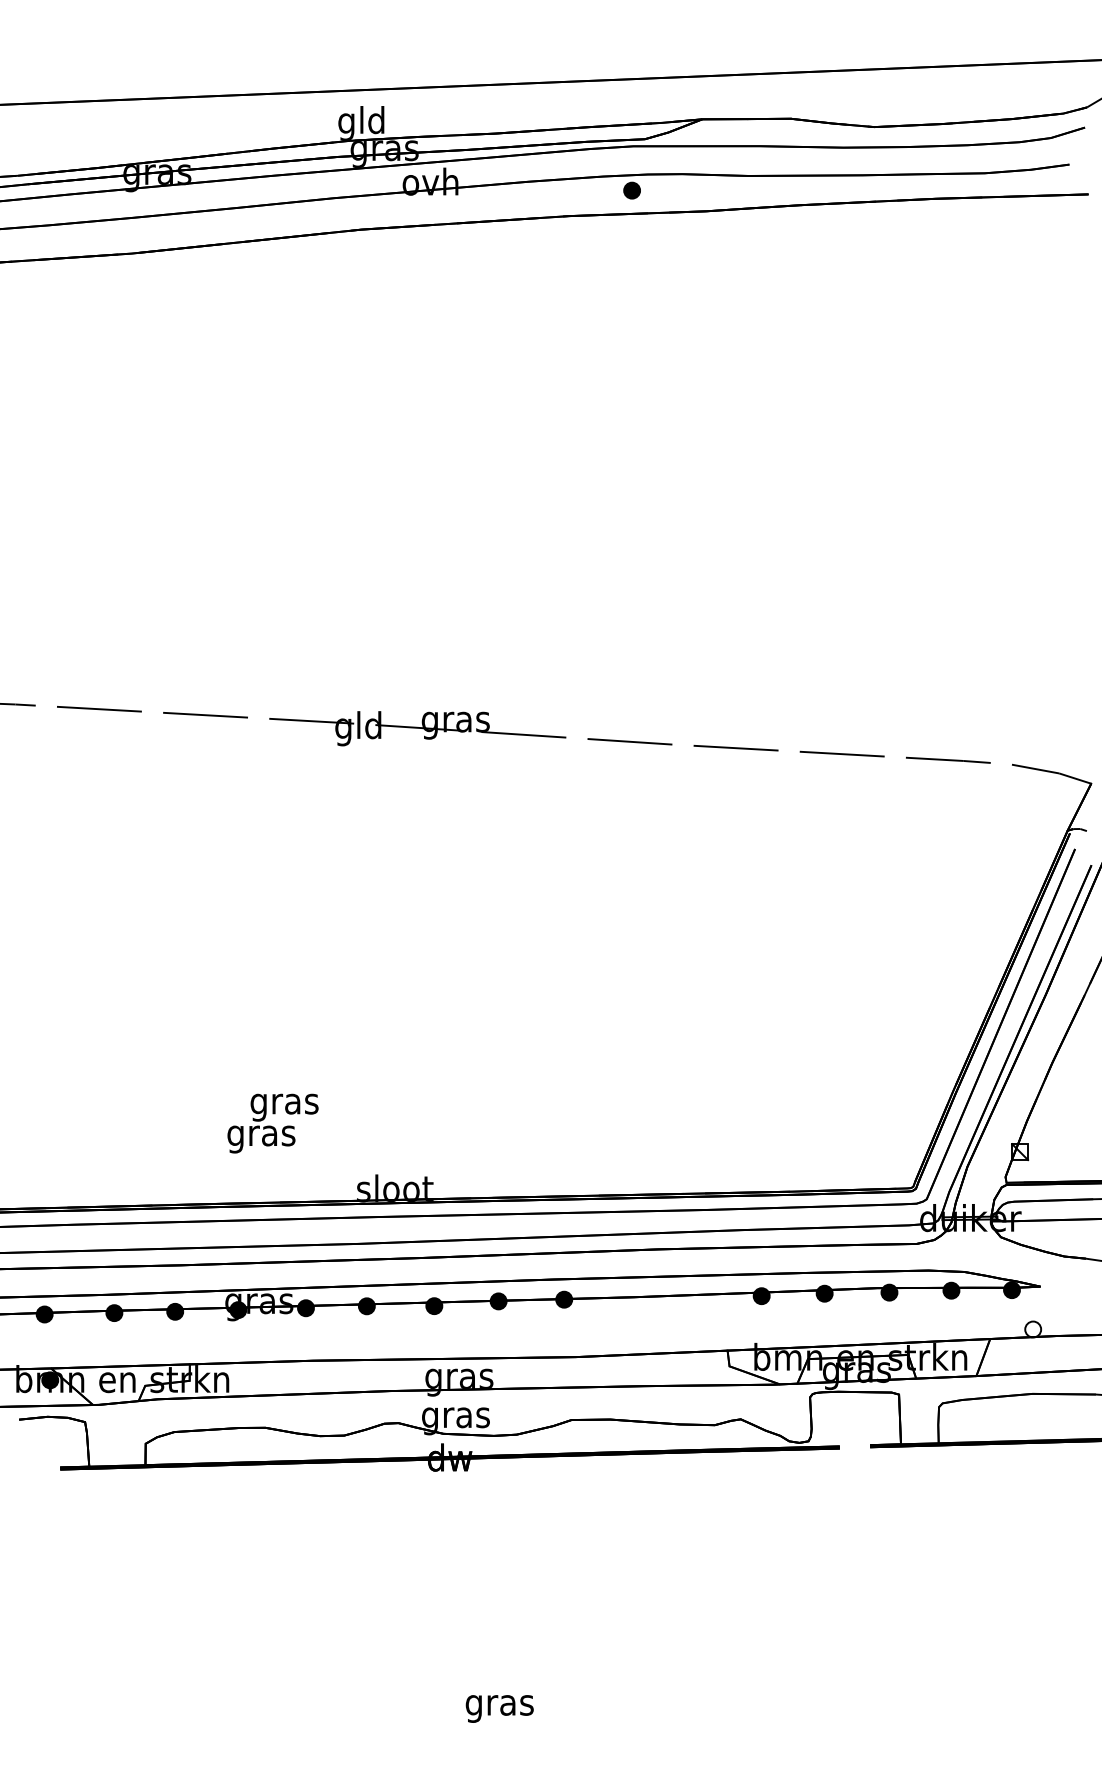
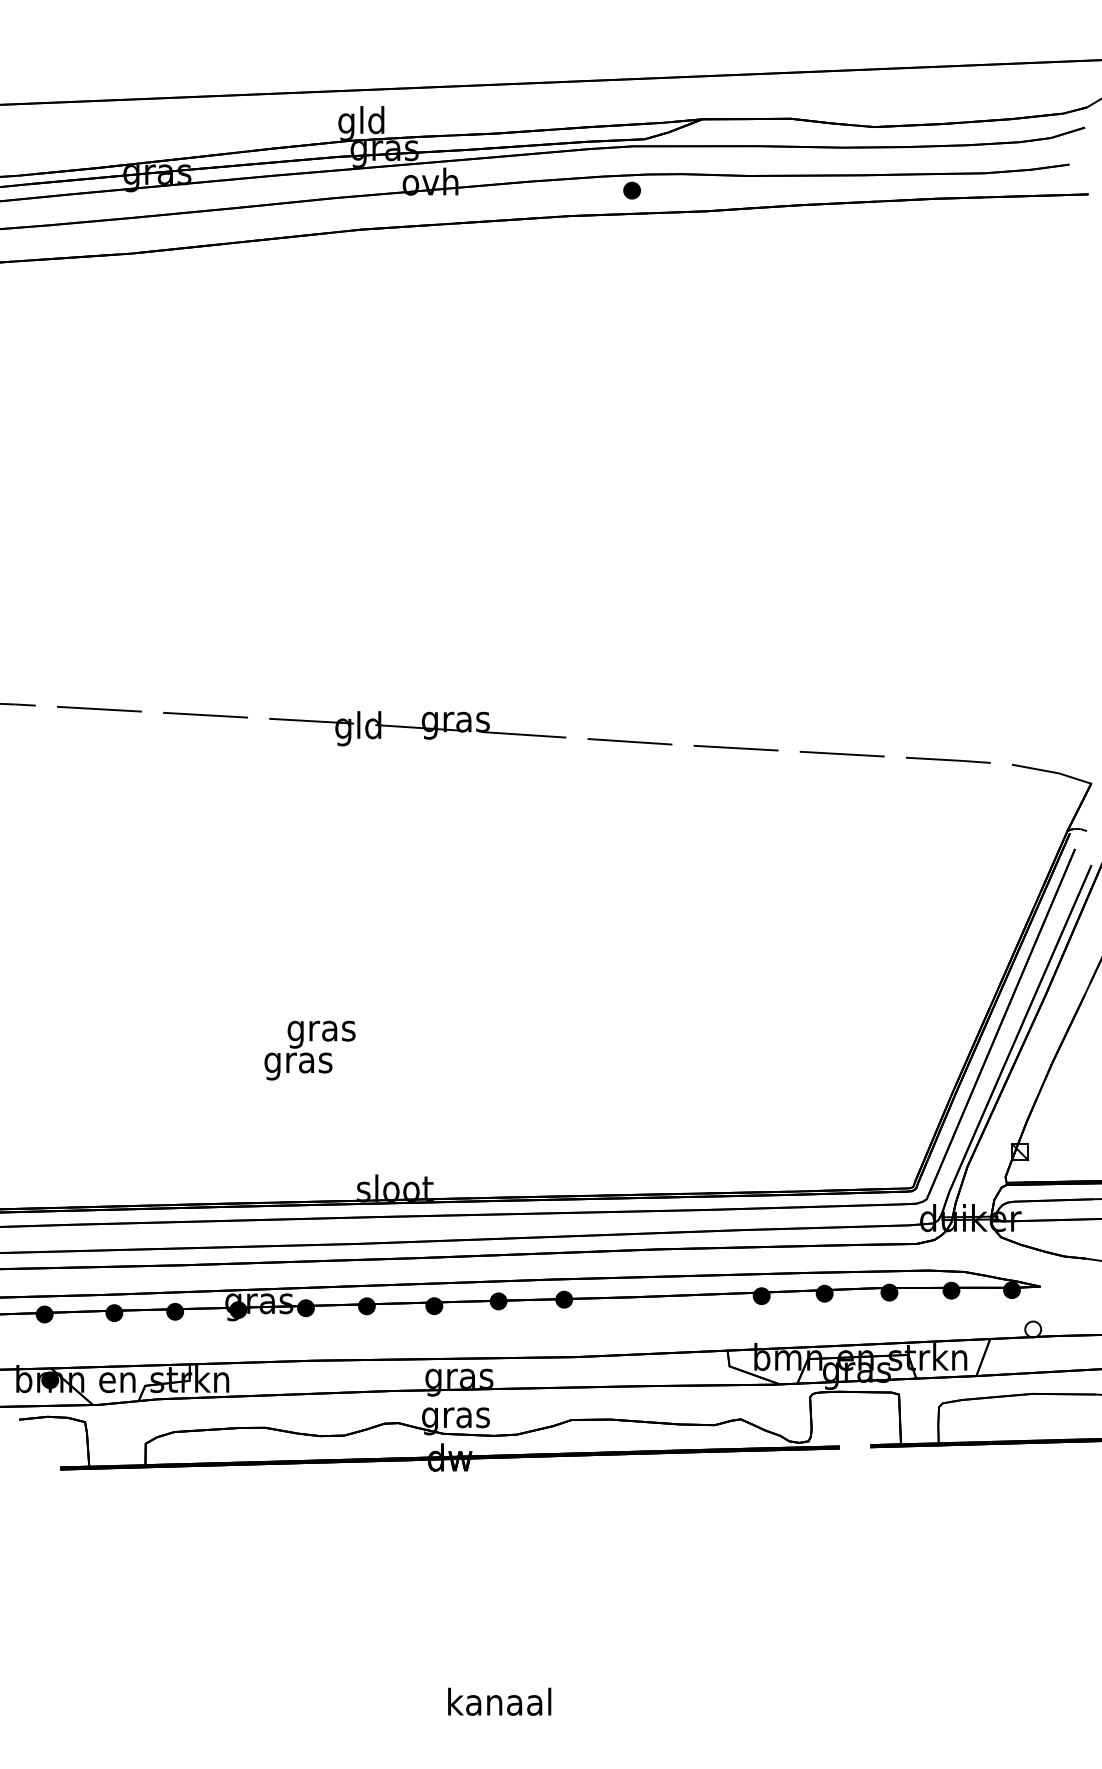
text at (272, 1123) position: (272, 1123) -> (309, 1050)
text at (499, 1704): gras -> kanaal
